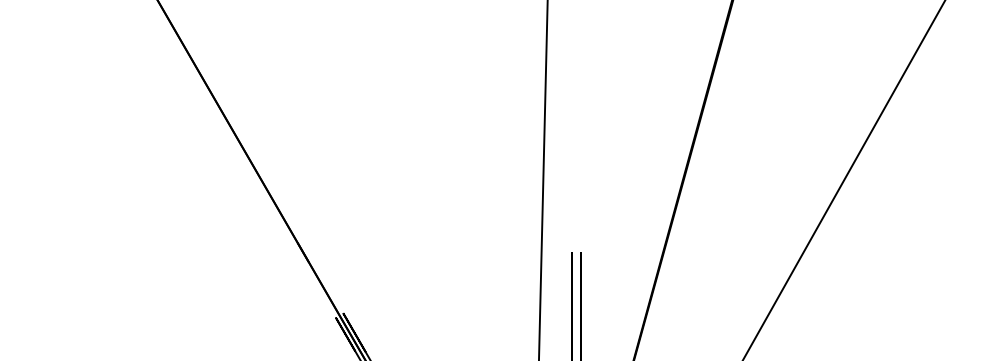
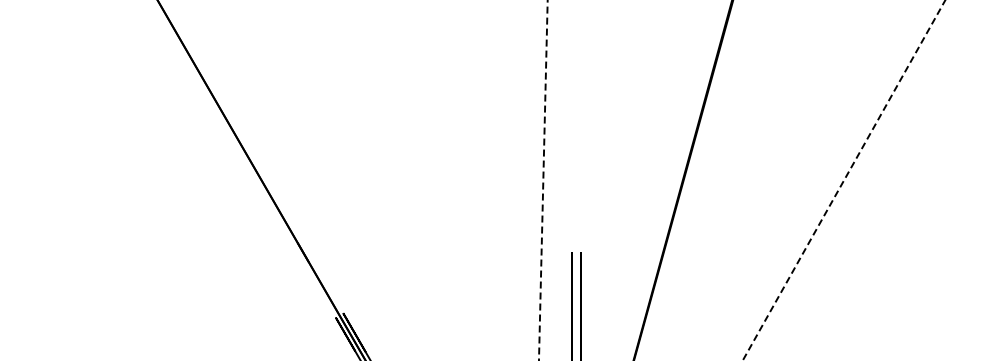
line at (543, 180): solid -> dashed
line at (844, 180): solid -> dashed
